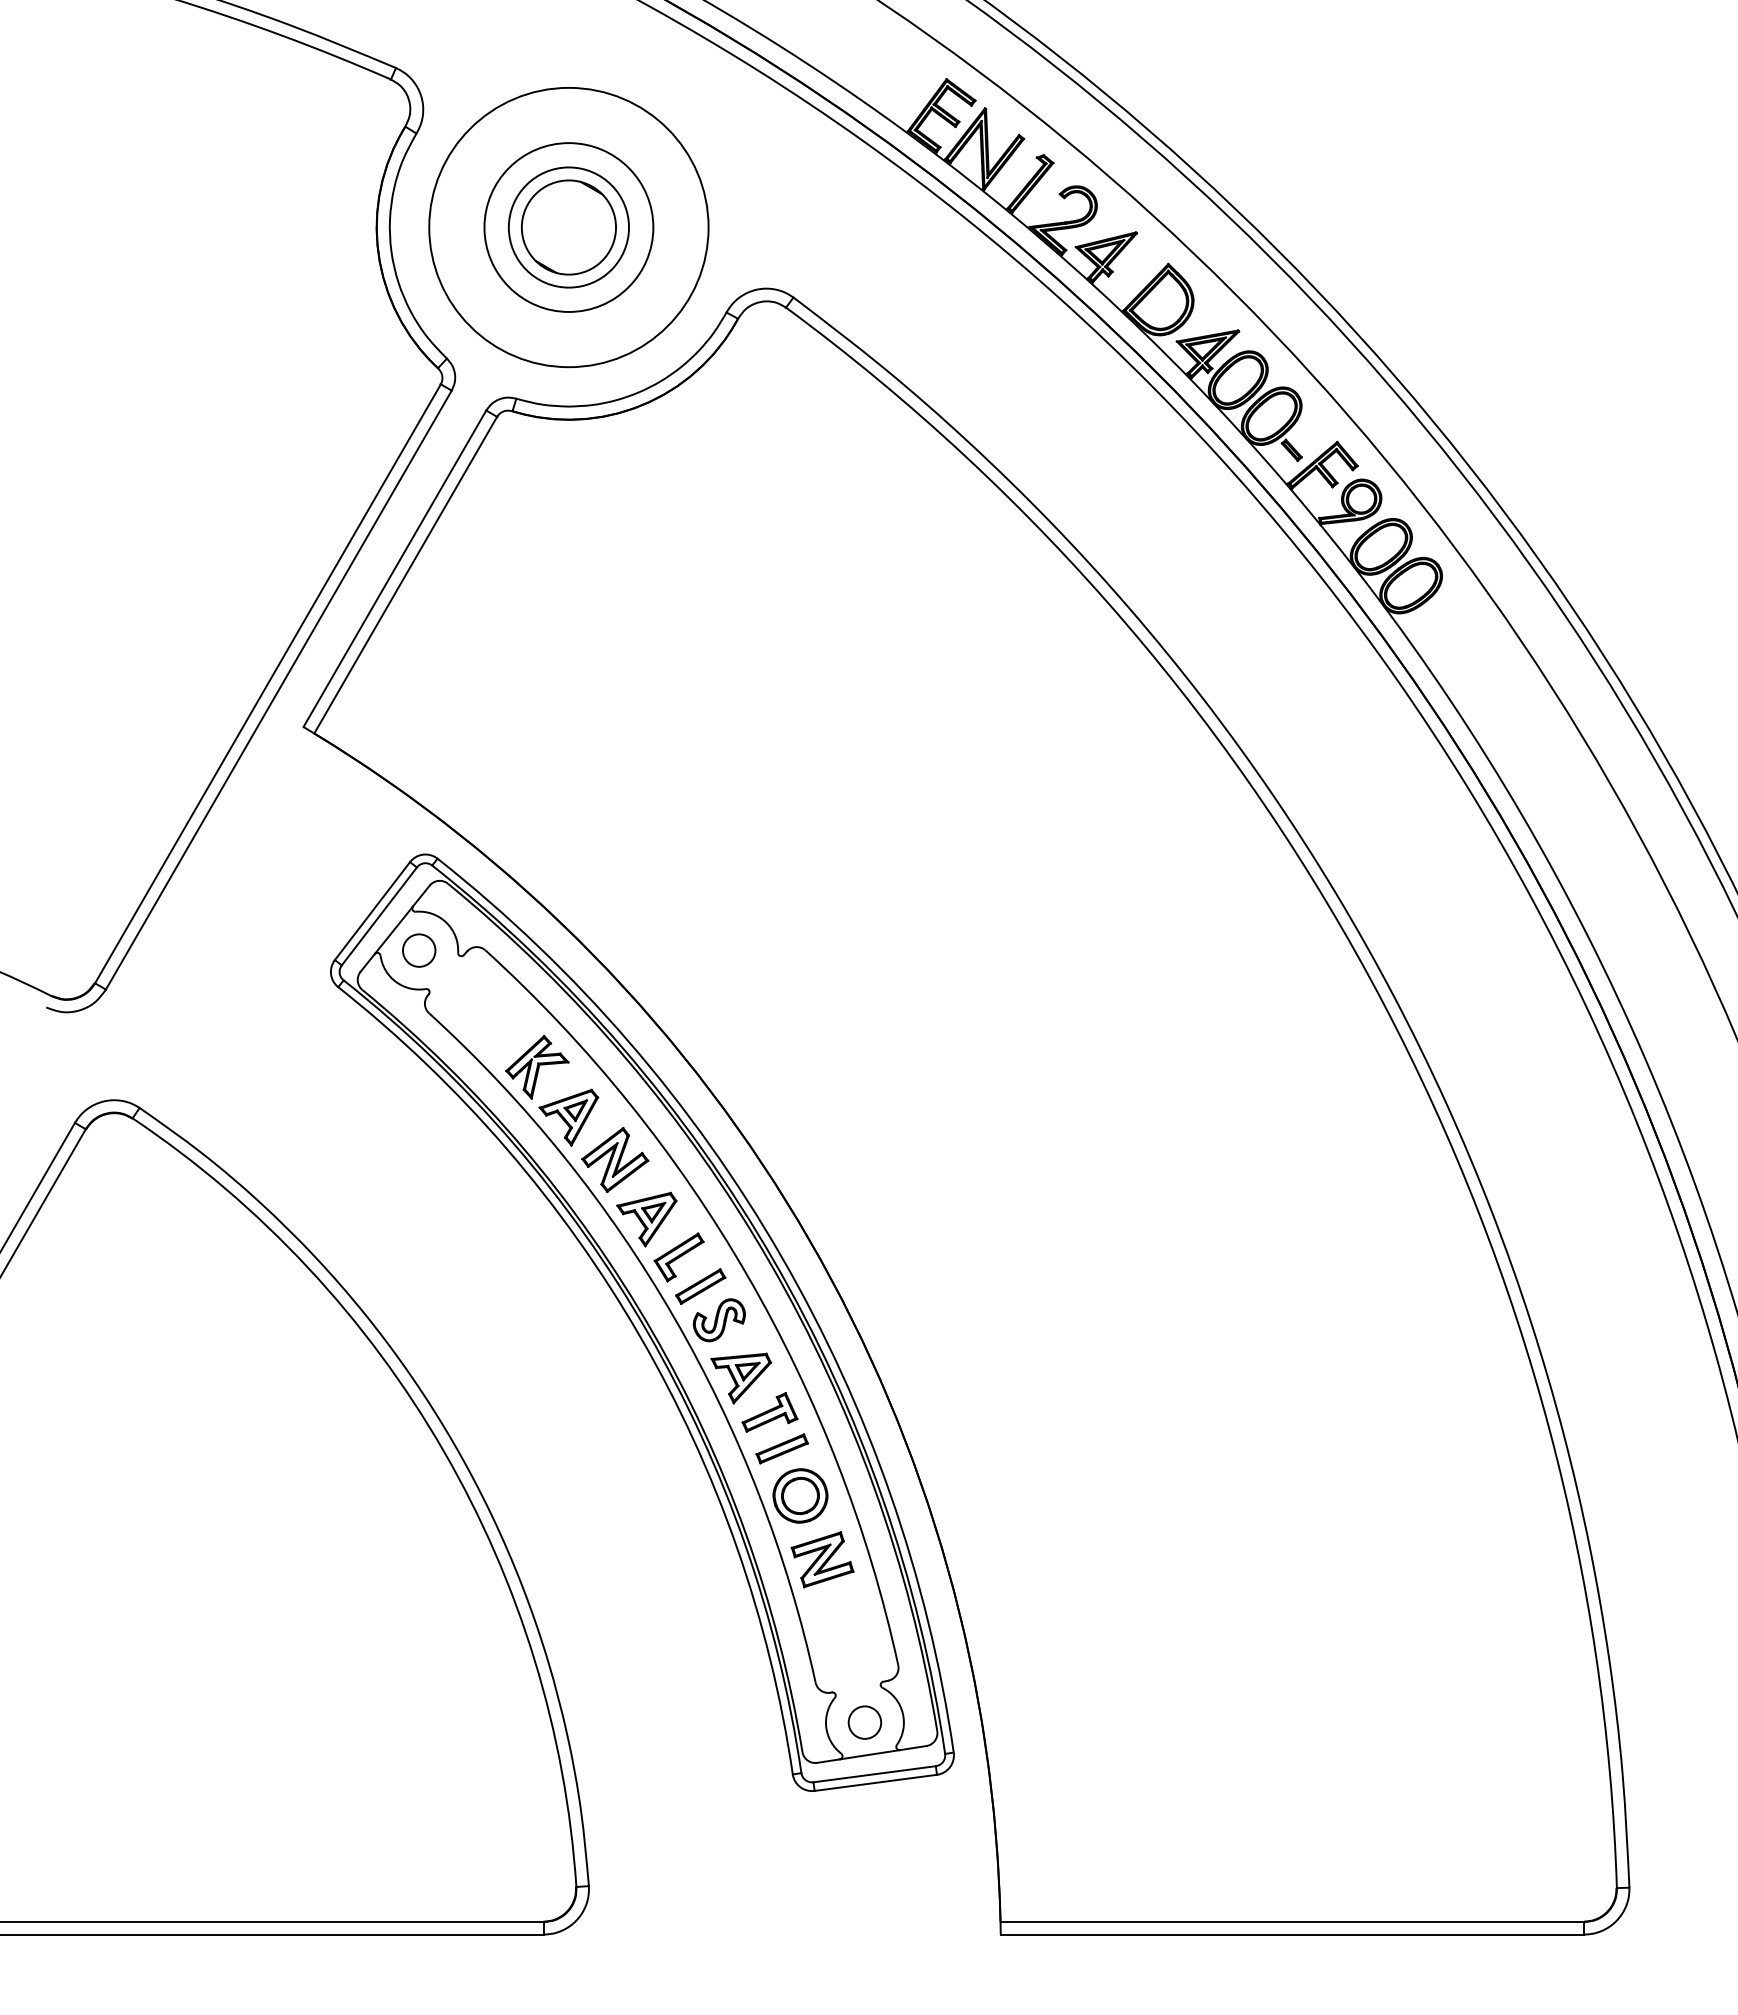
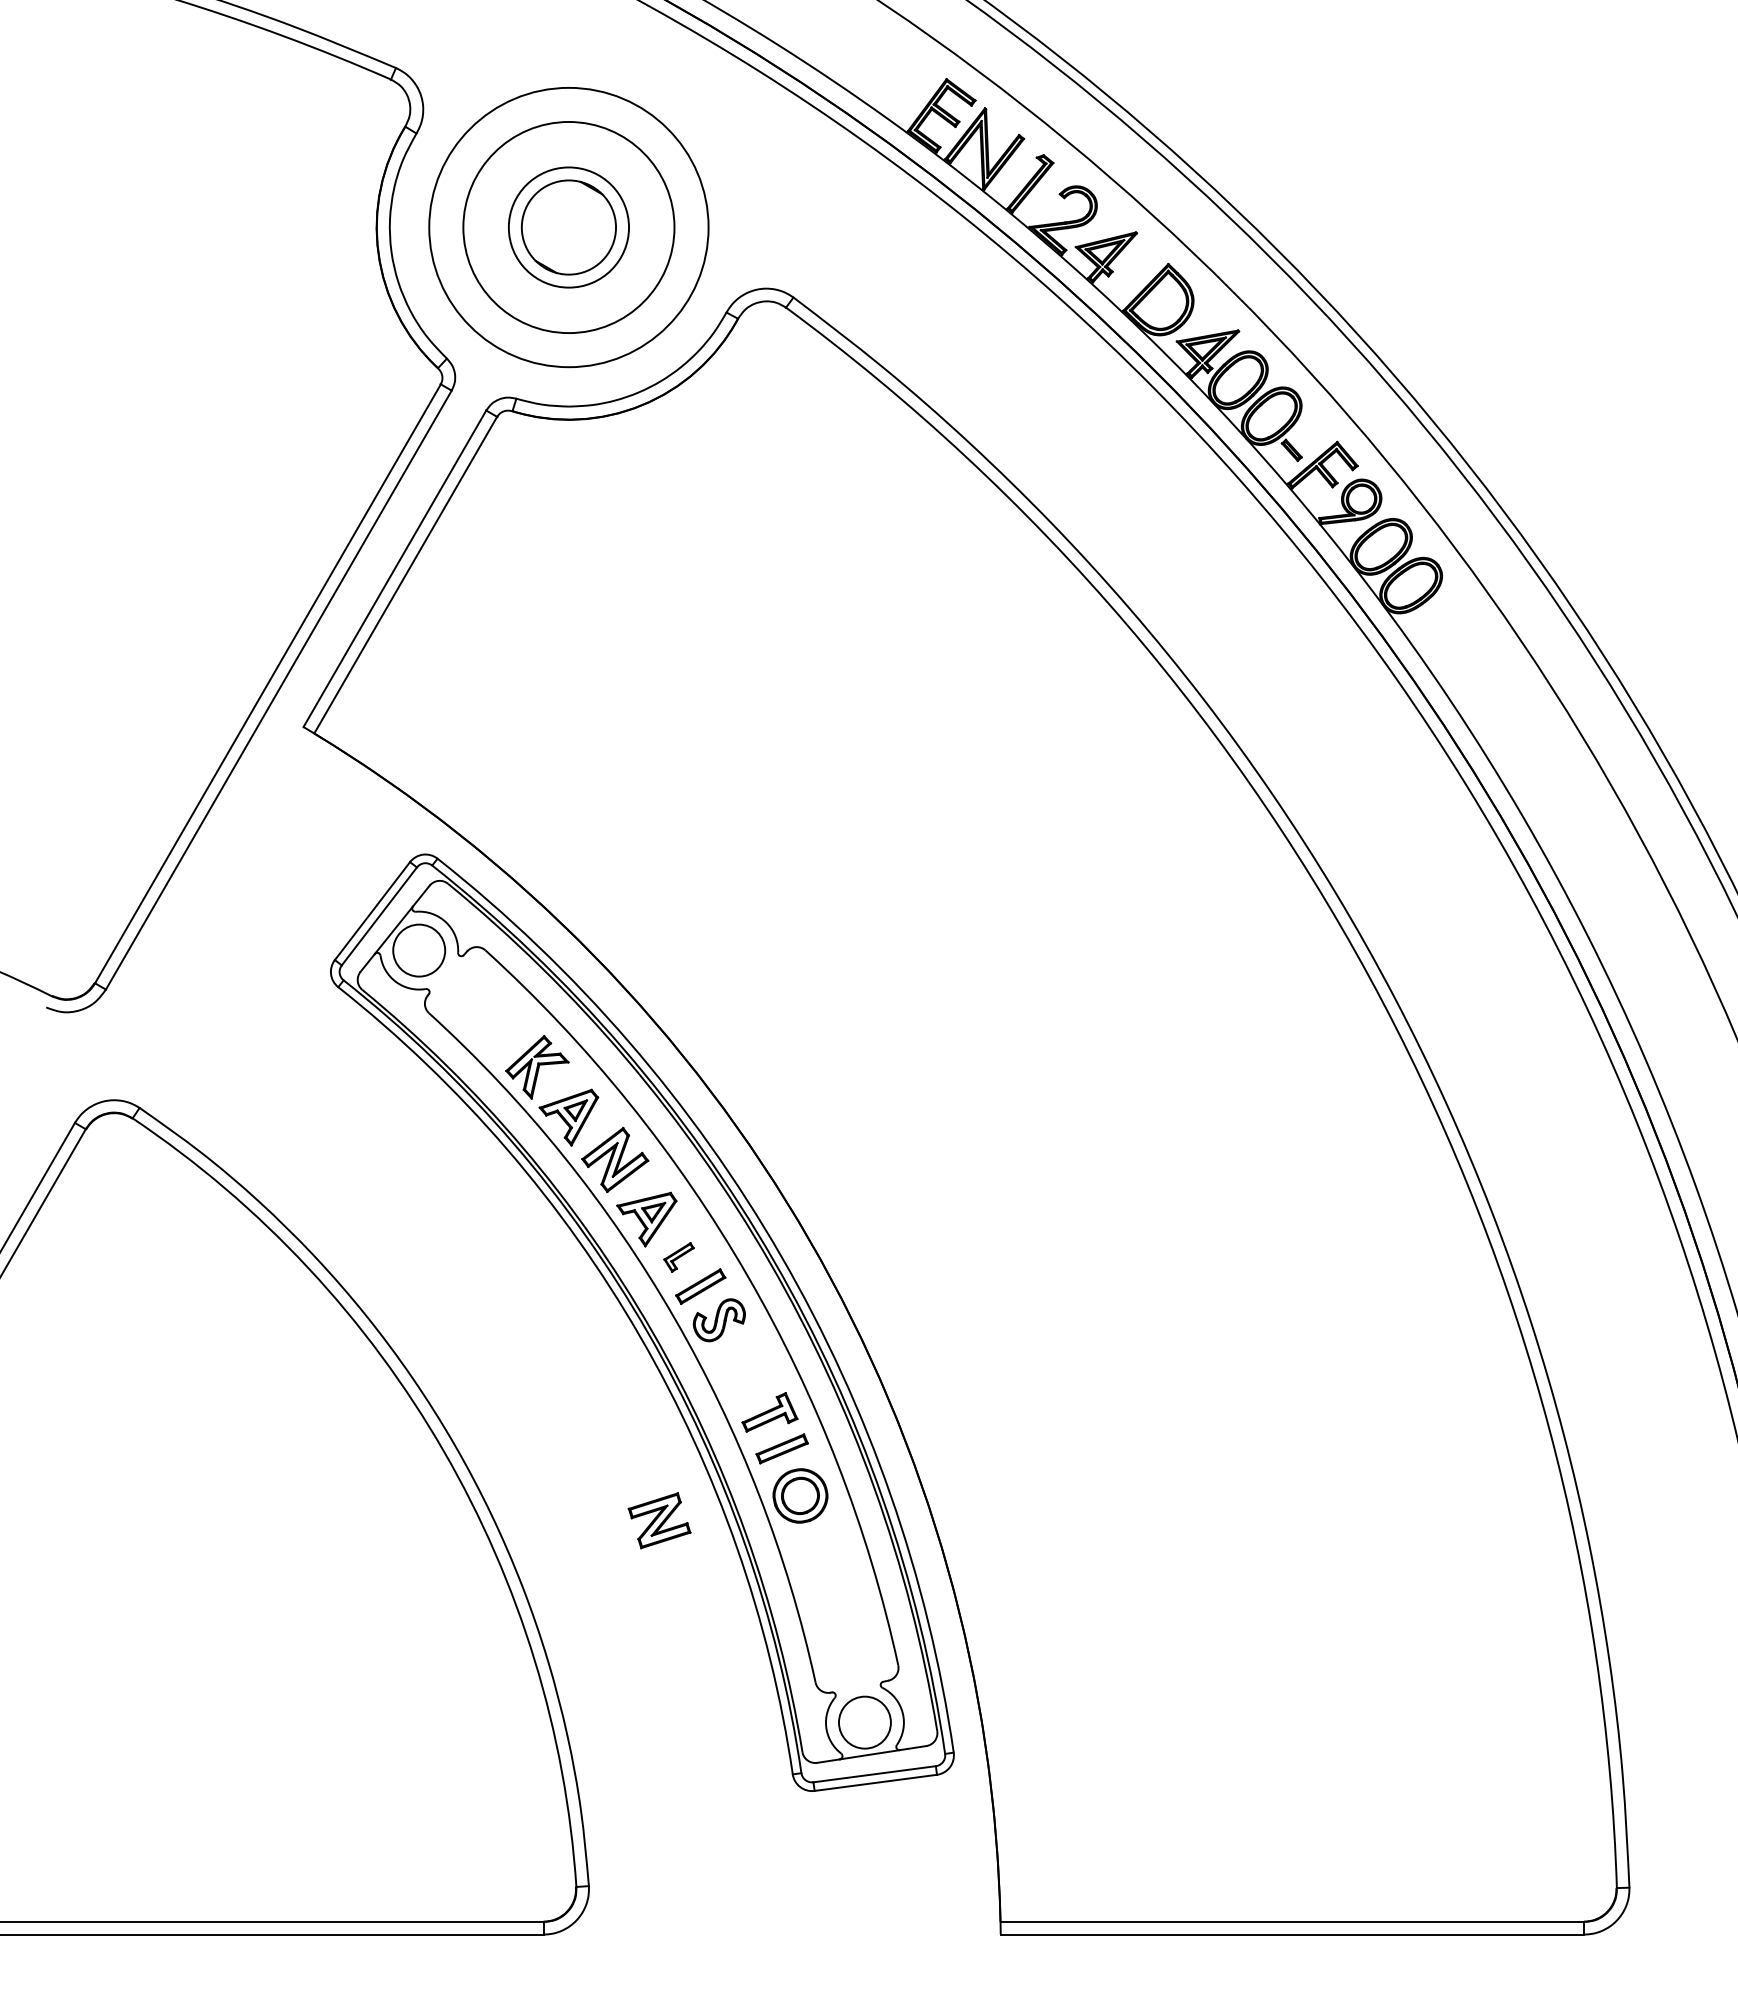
circle at (568, 227) diameter: 169 px -> 211 px
circle at (418, 950) diameter: 32 px -> 52 px
part at (678, 1257) size: 52x51 px -> 32x31 px
part at (740, 1378): present -> none
part at (822, 1559) position: (822, 1559) -> (659, 1520)
circle at (864, 1722) diameter: 32 px -> 52 px
